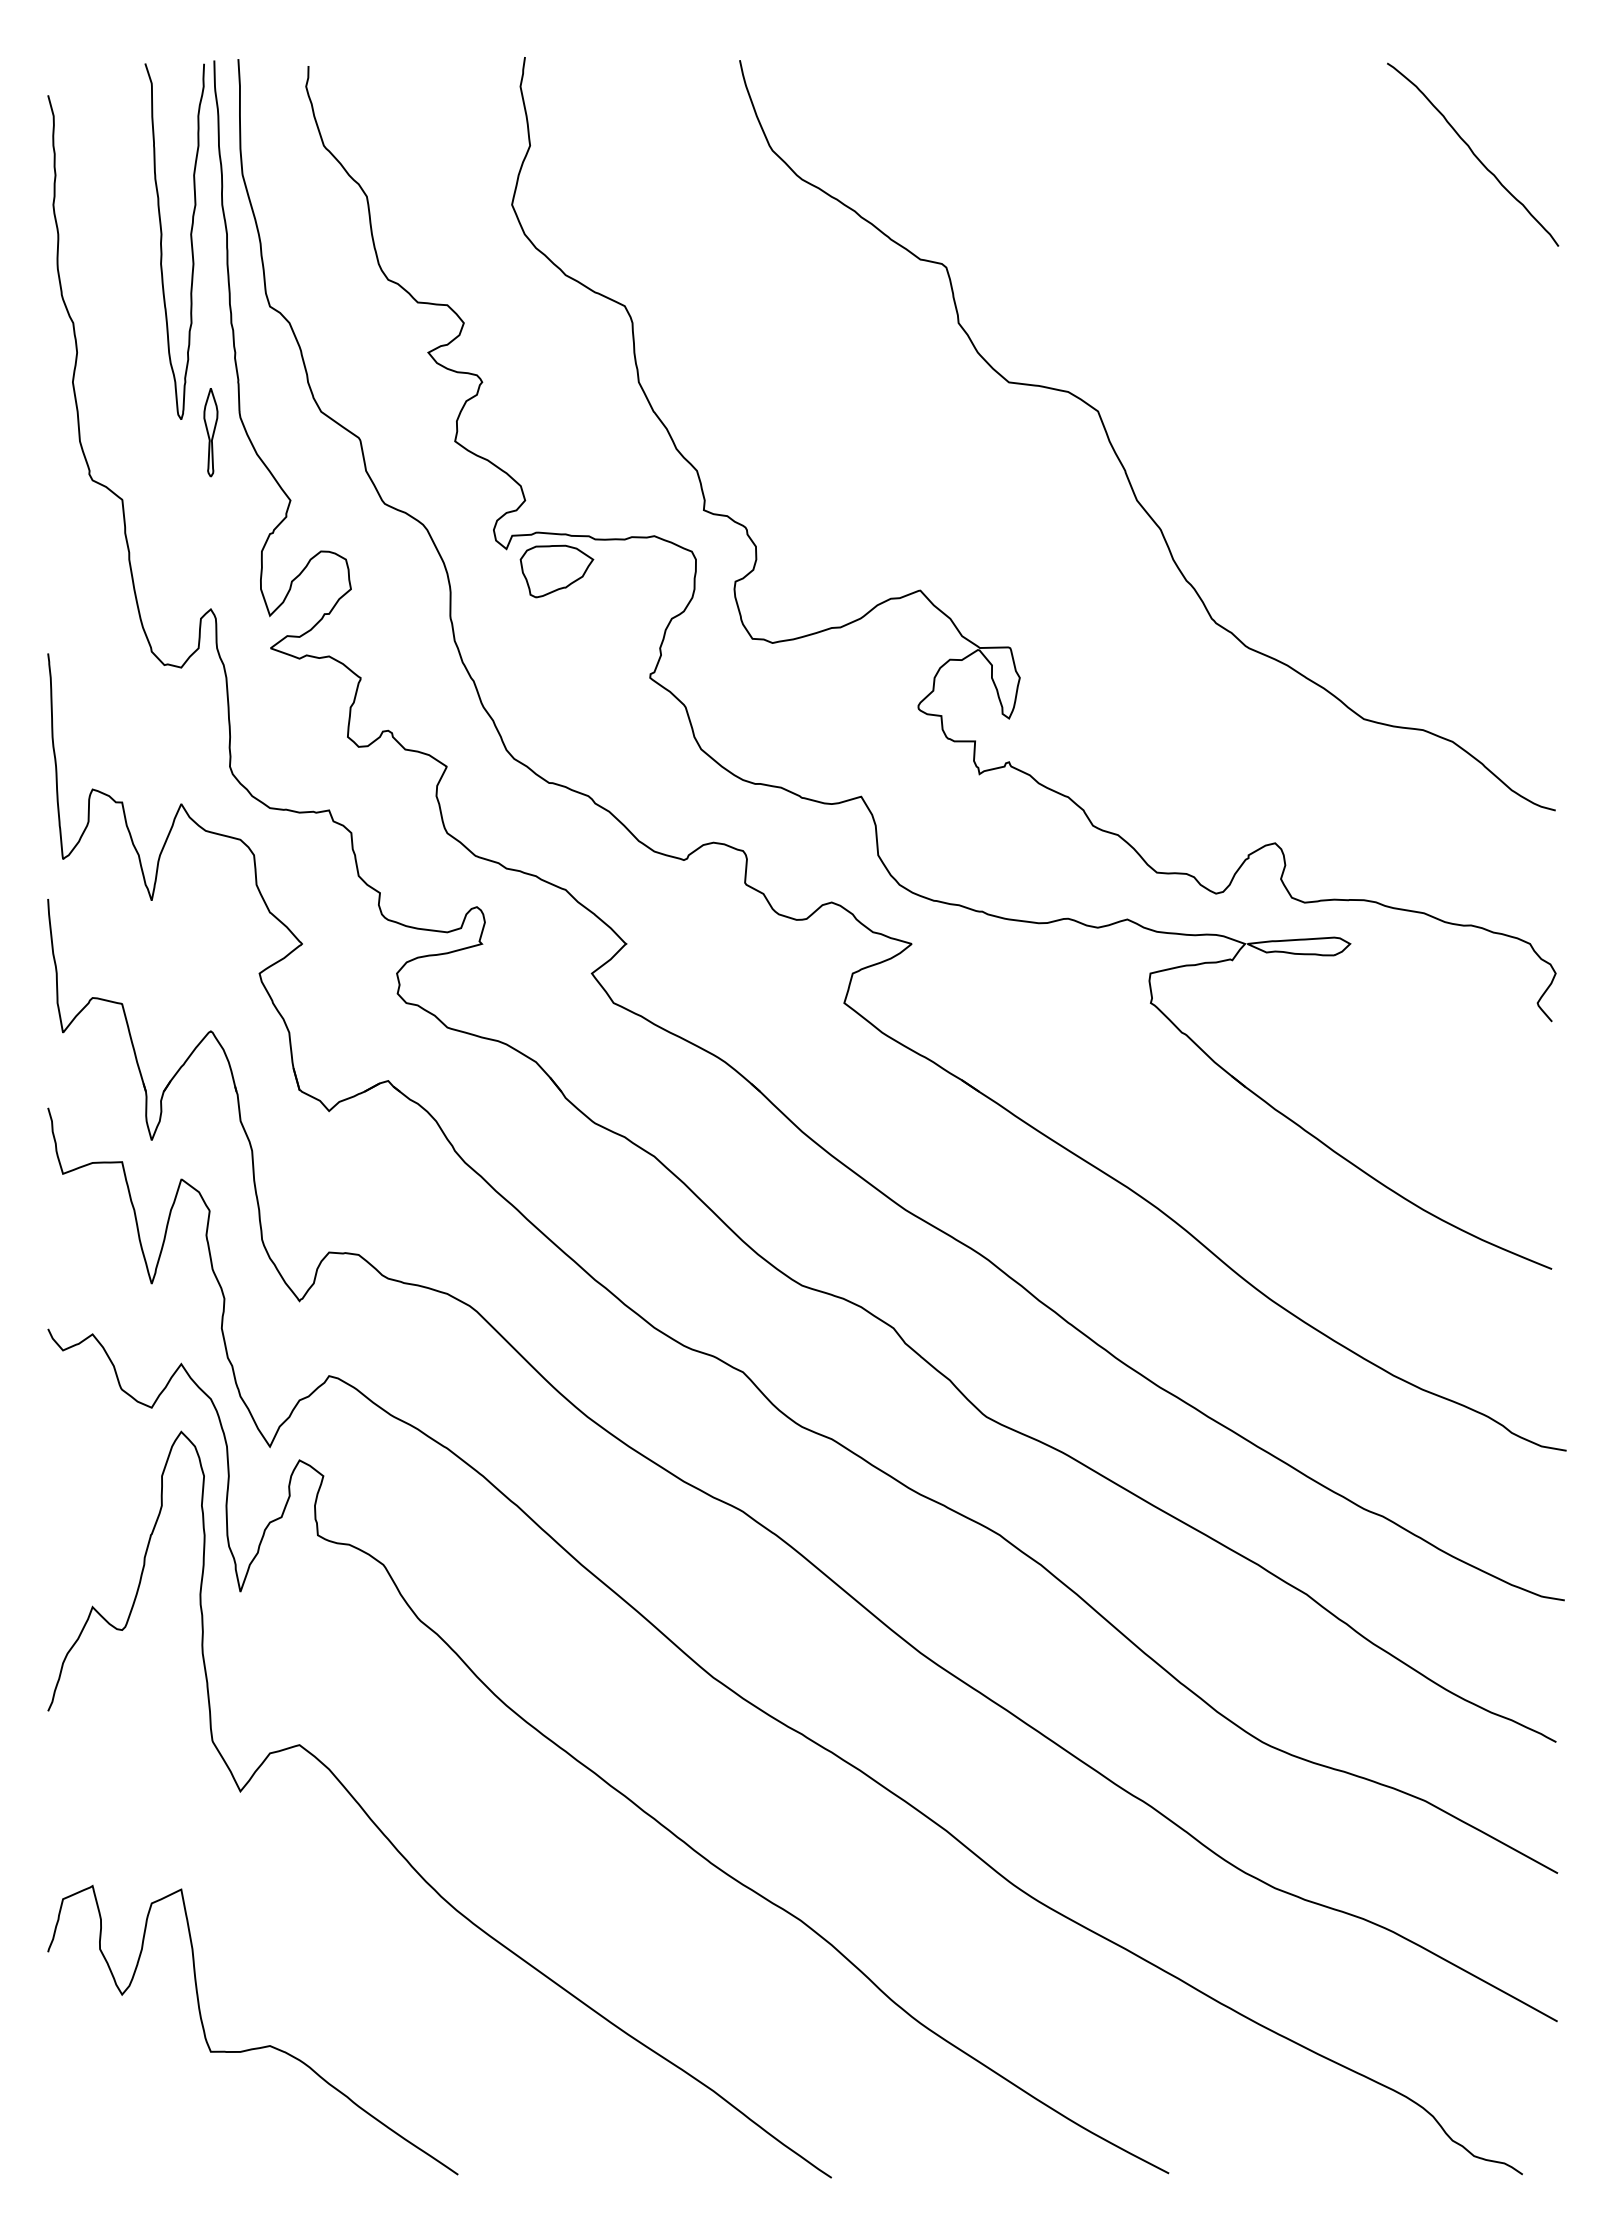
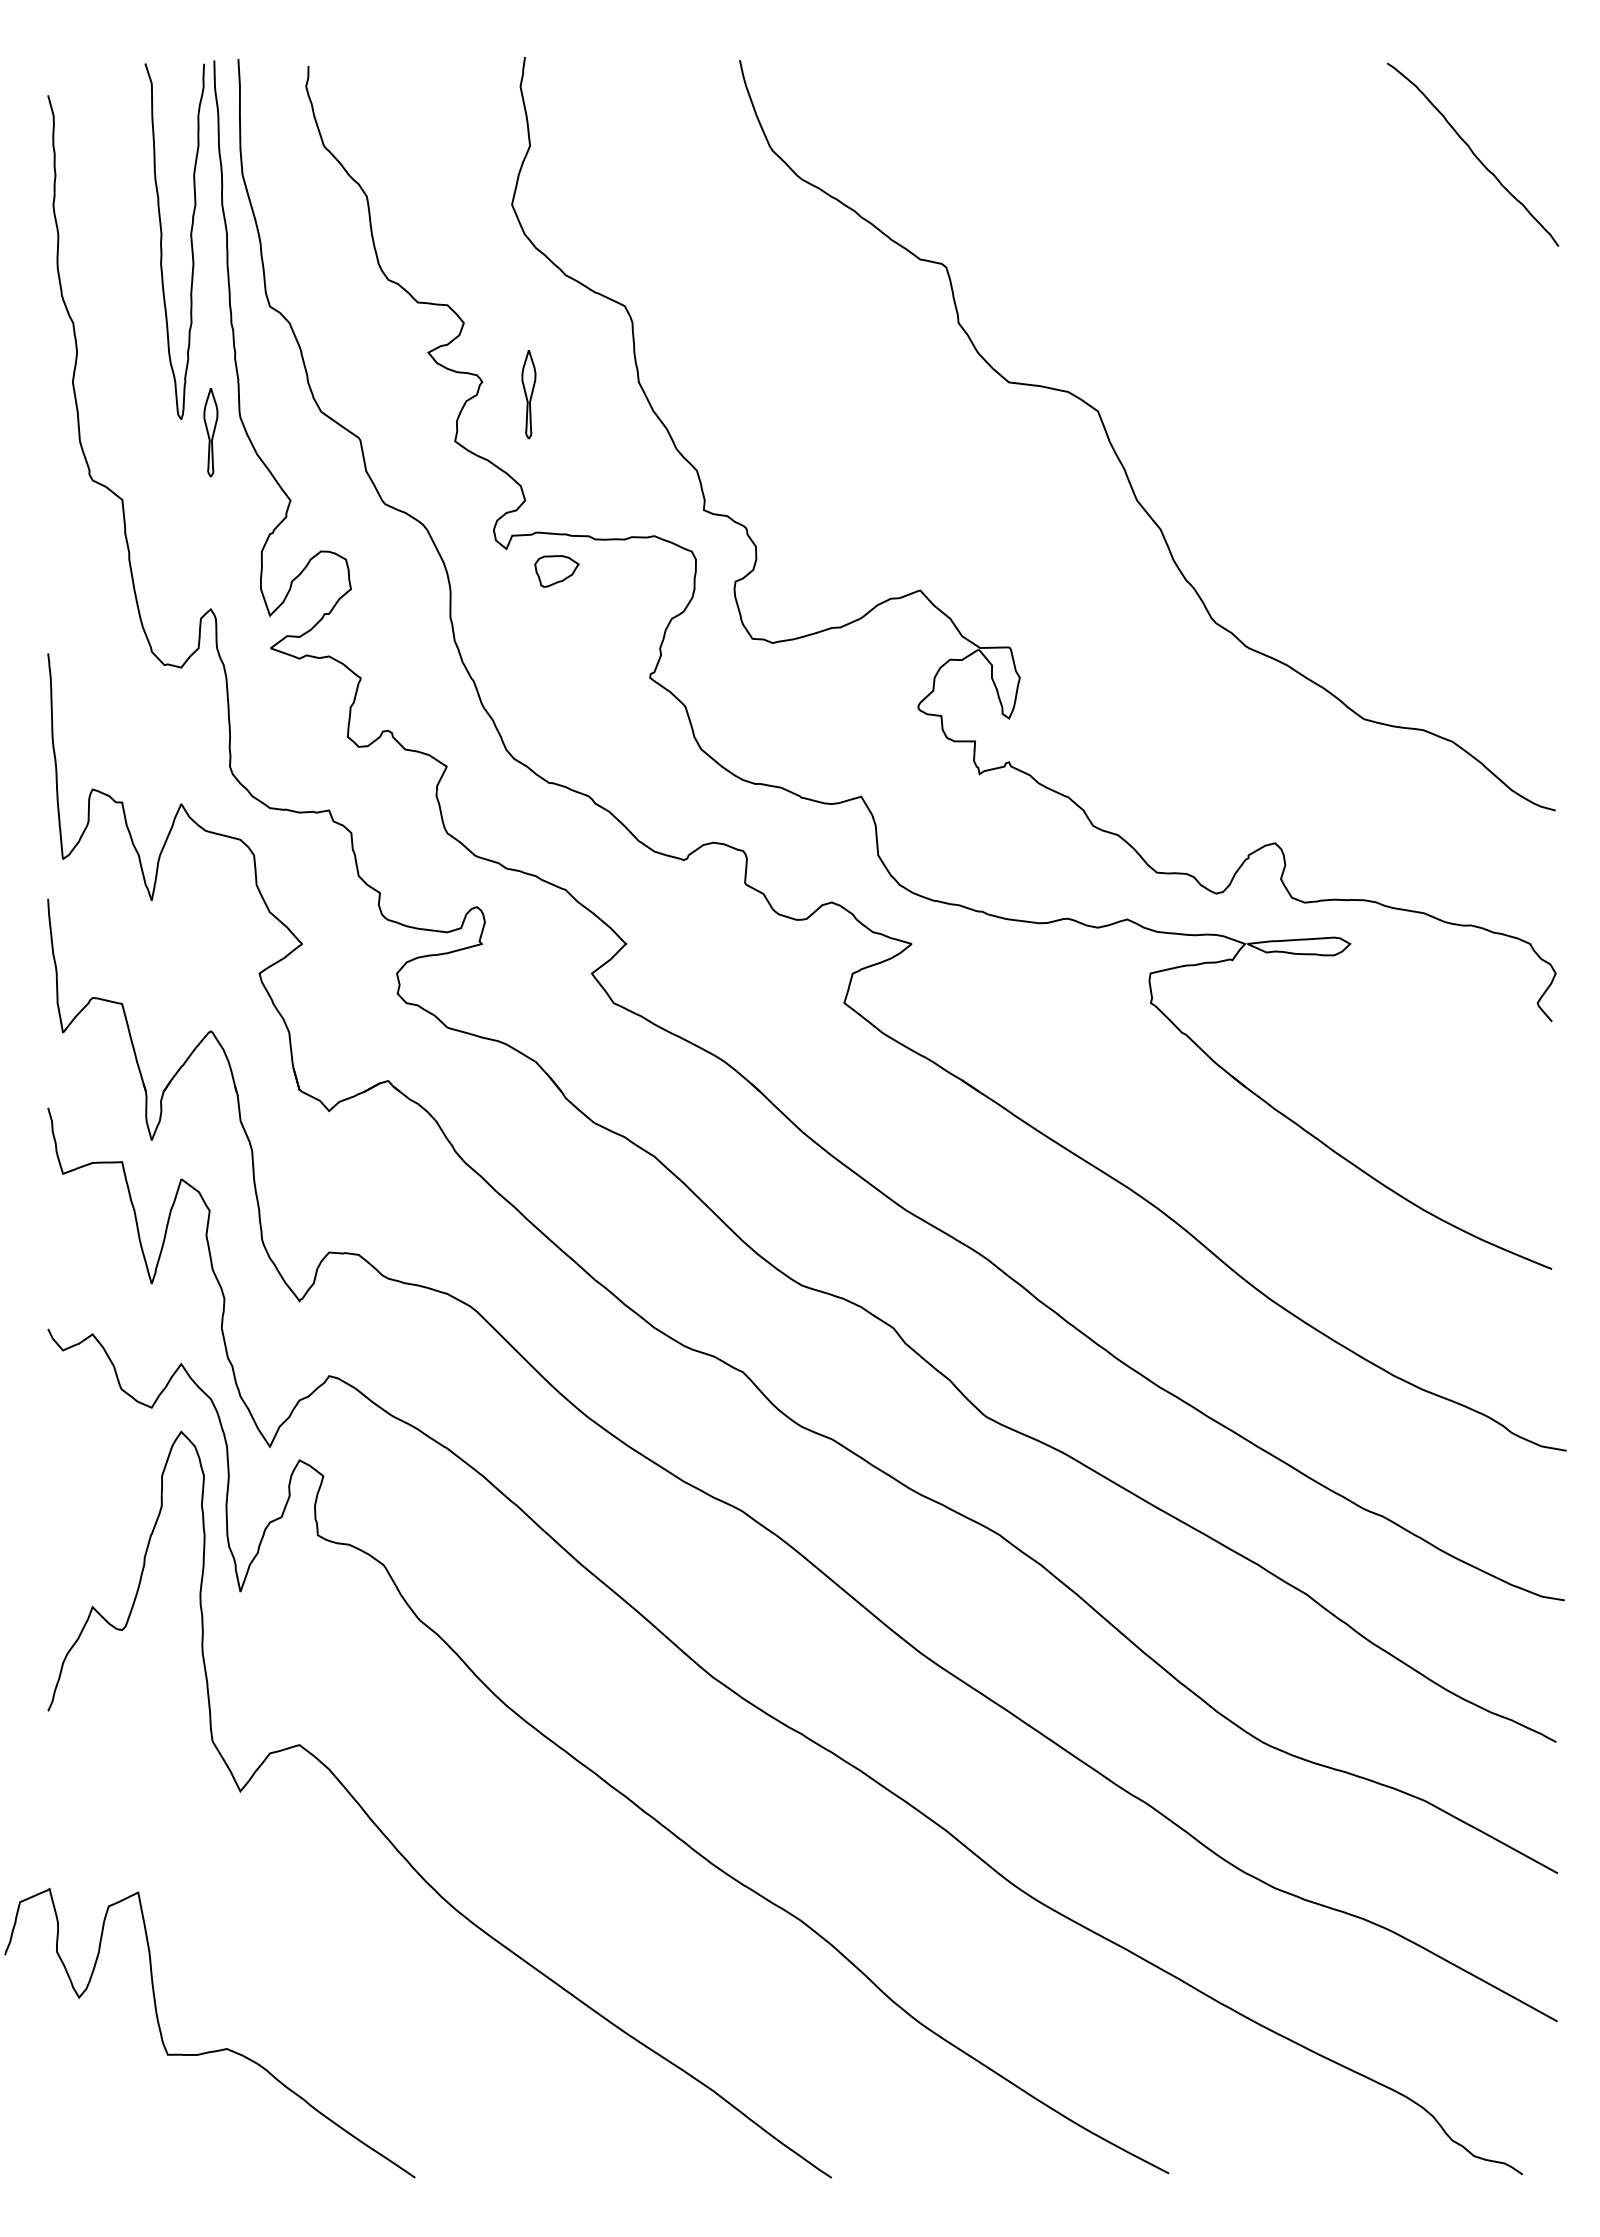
part at (528, 394): none -> present
part at (556, 571) size: 76x55 px -> 46x33 px
curve at (255, 2047) position: (255, 2047) -> (212, 2050)
